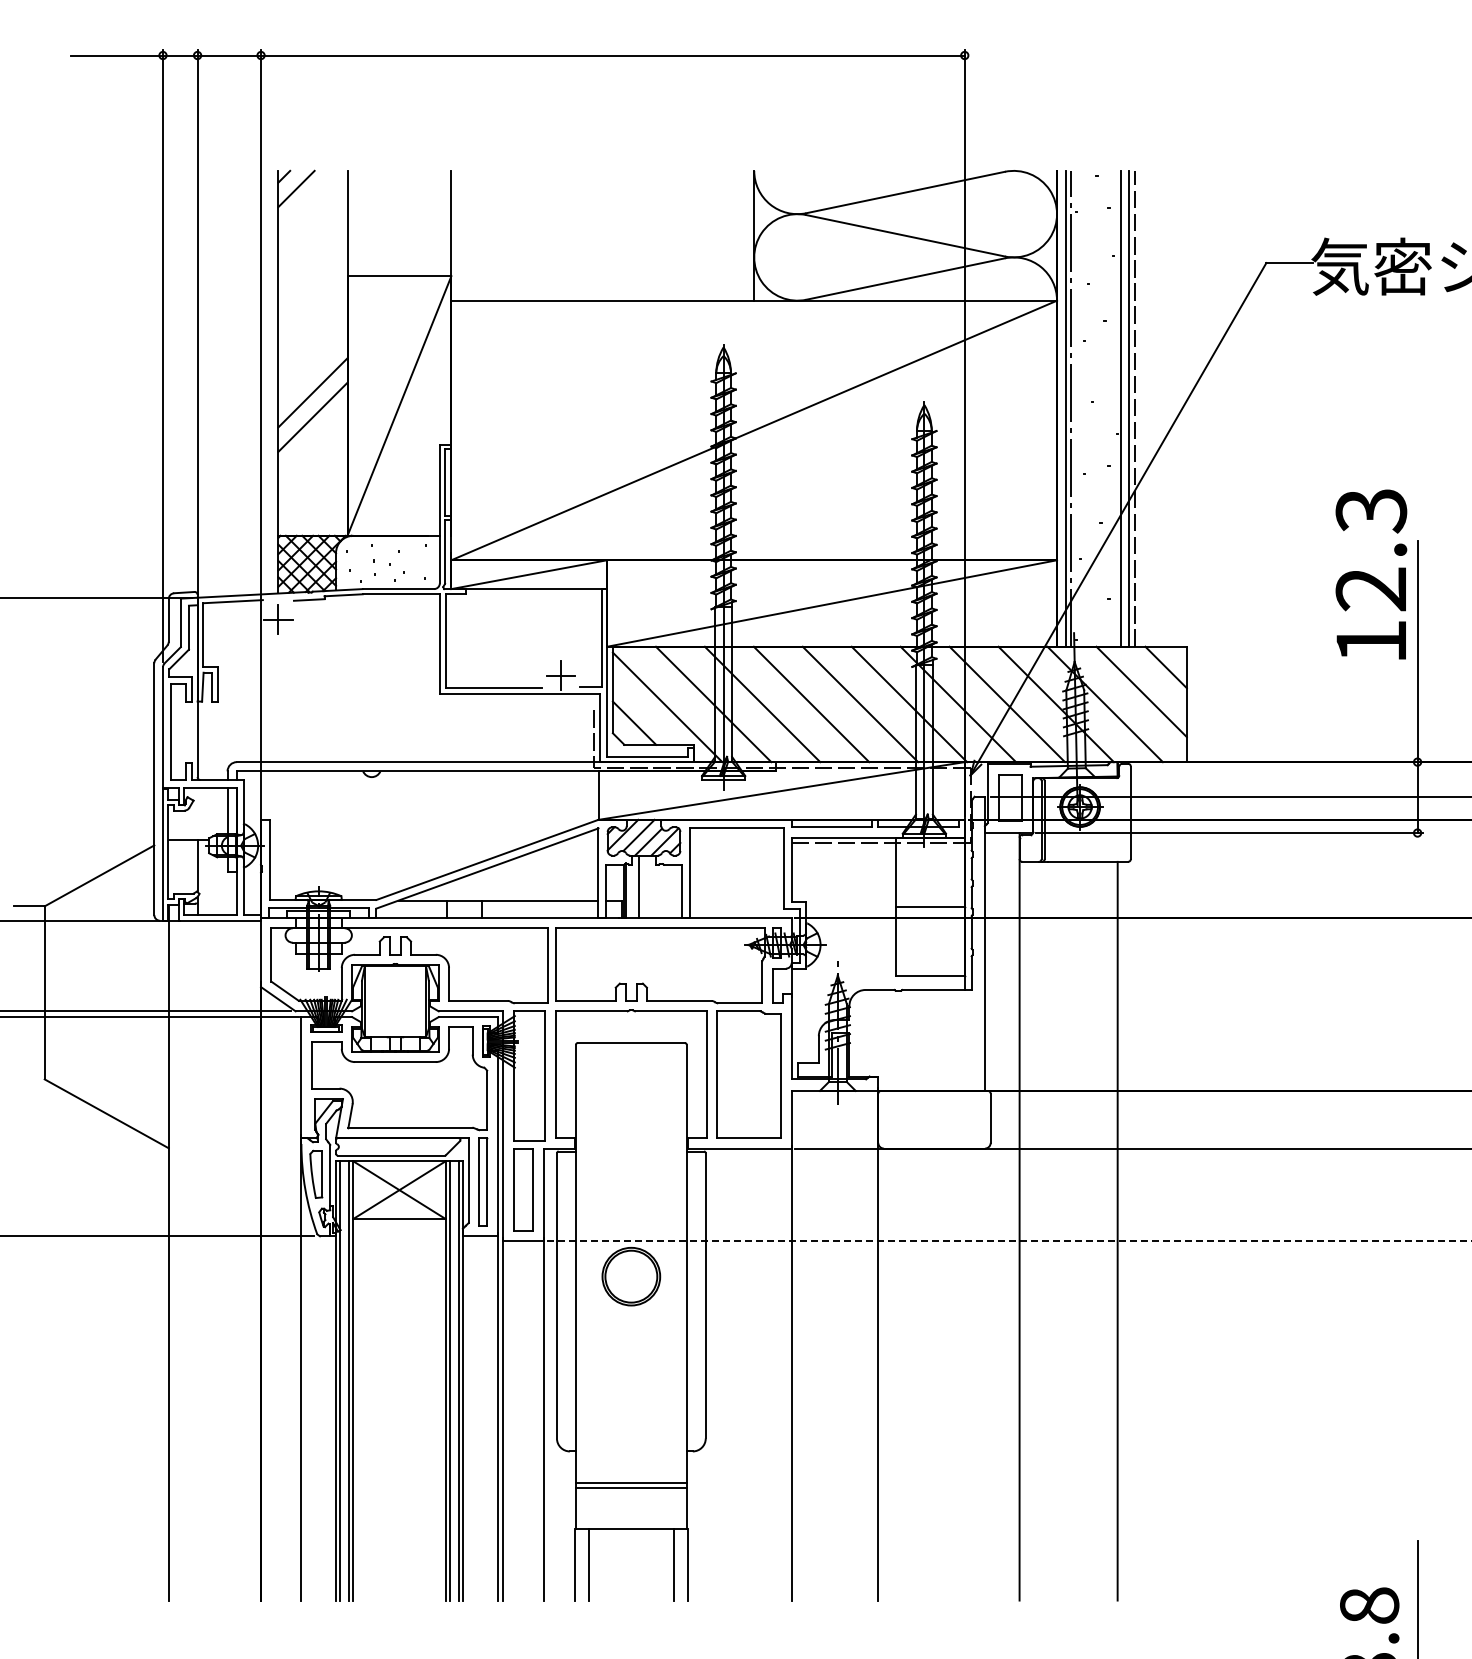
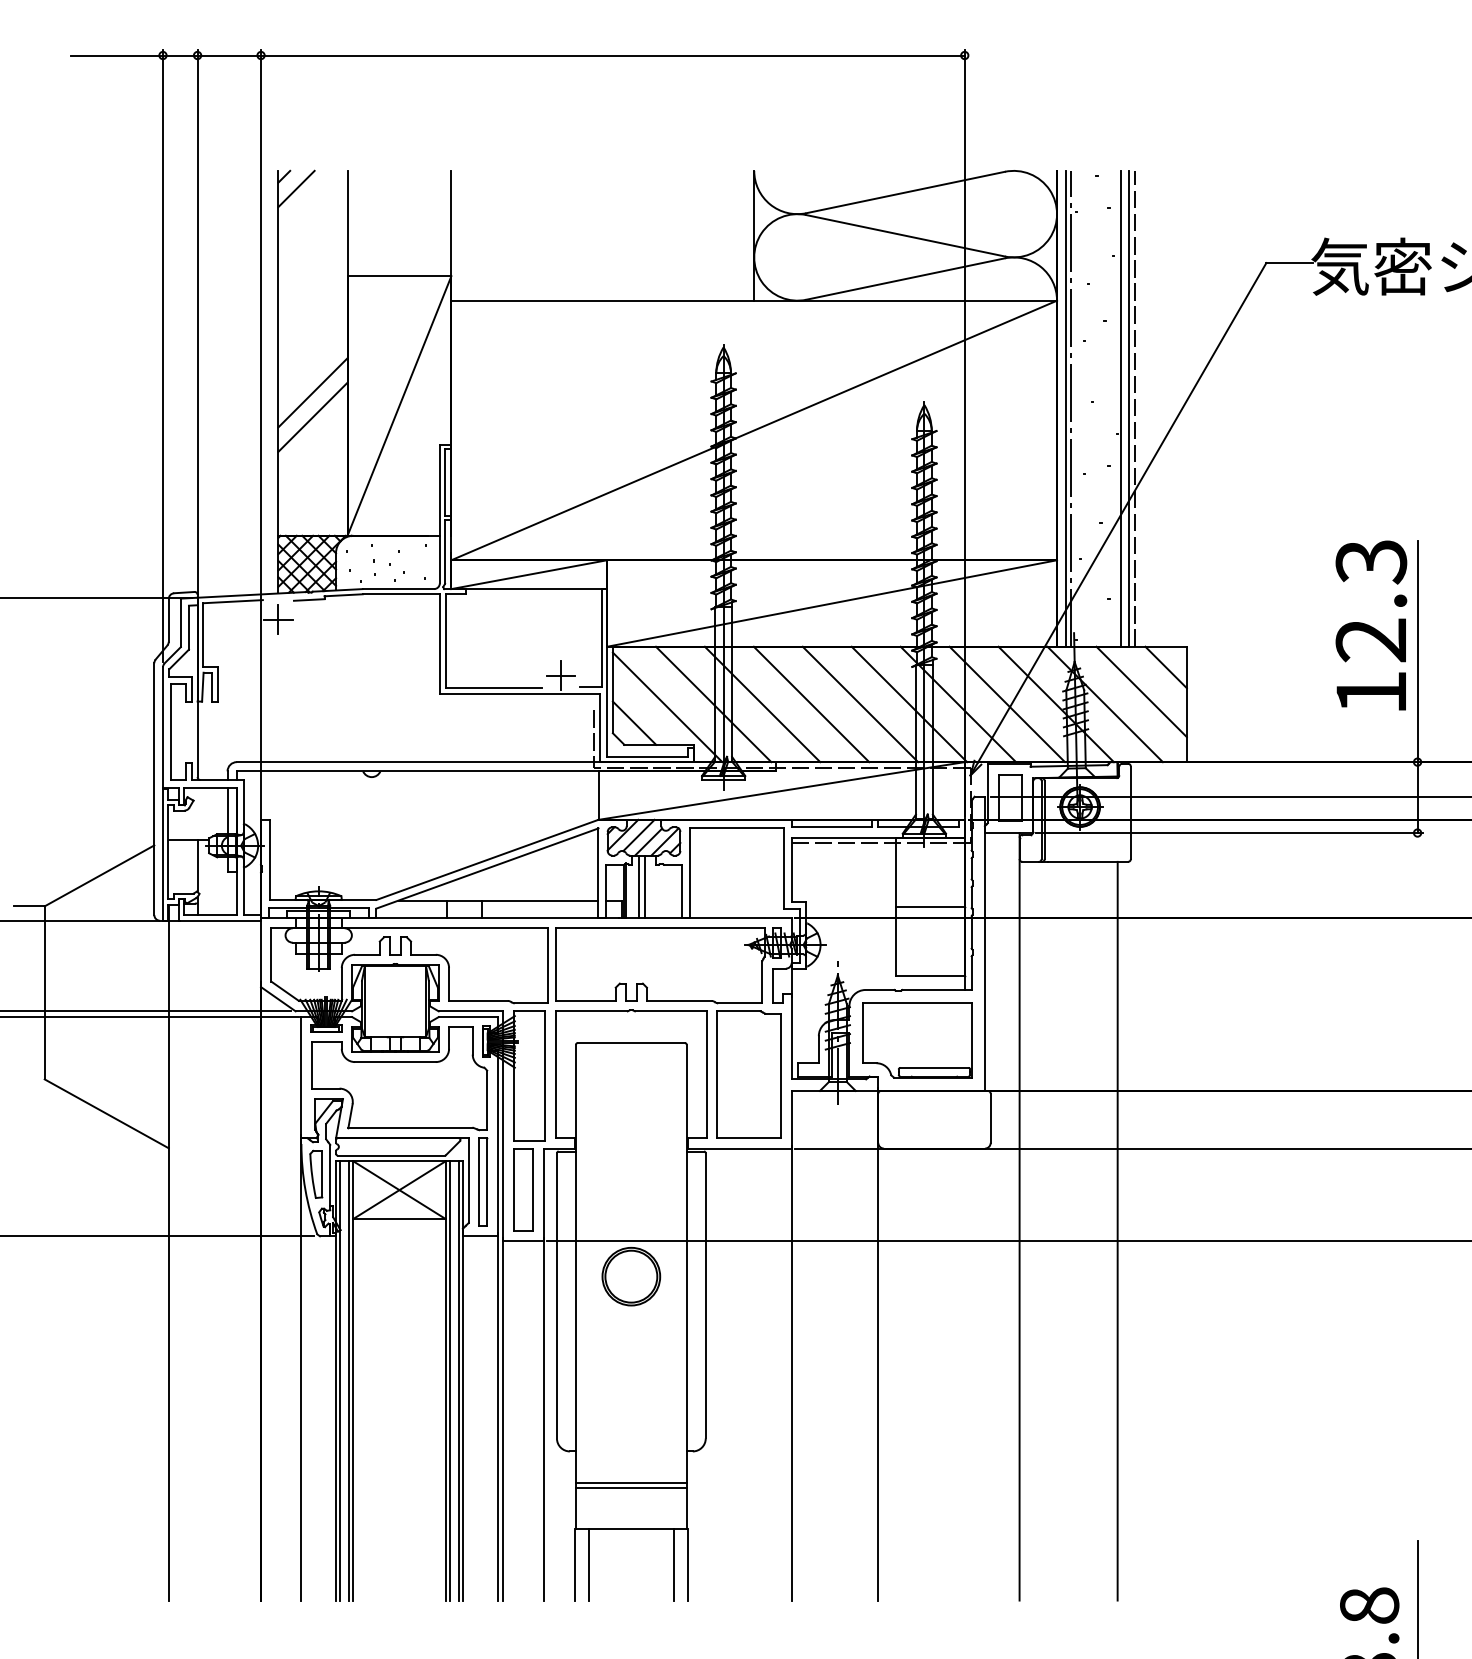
text at (1371, 574) position: (1371, 574) -> (1371, 625)
line at (644, 886): none -> present
part at (917, 1040): none -> present
line at (1009, 1240): dashed -> solid
